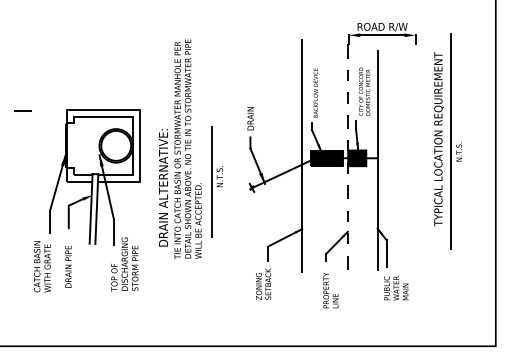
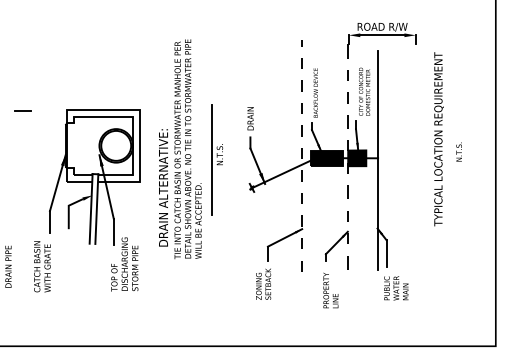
line at (450, 140): present -> none
line at (302, 155): solid -> dashed
part at (217, 181) position: (217, 181) -> (217, 159)
text at (68, 266) position: (68, 266) -> (8, 266)
